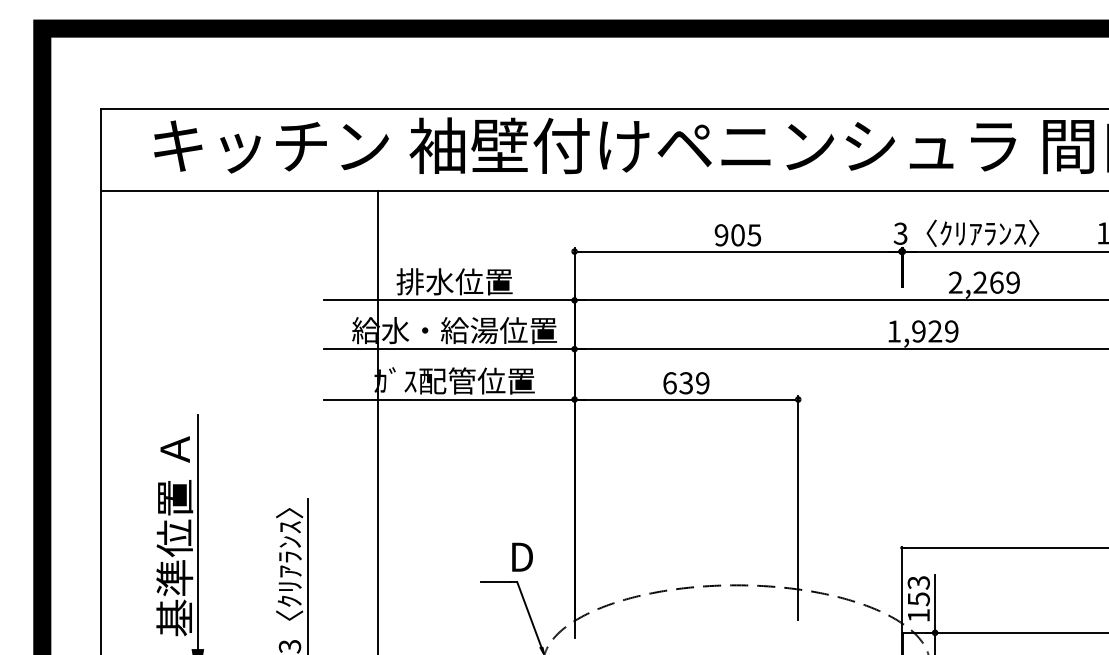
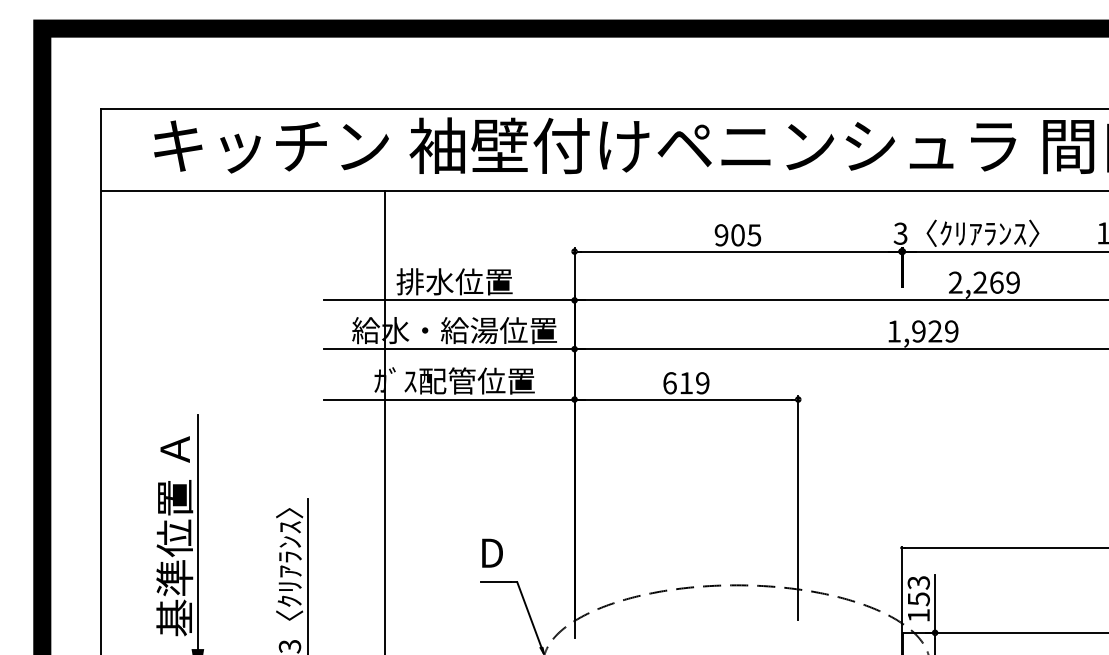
text at (685, 383): 639 -> 619
line at (377, 420) position: (377, 420) -> (384, 420)
text at (522, 556) position: (522, 556) -> (492, 552)
